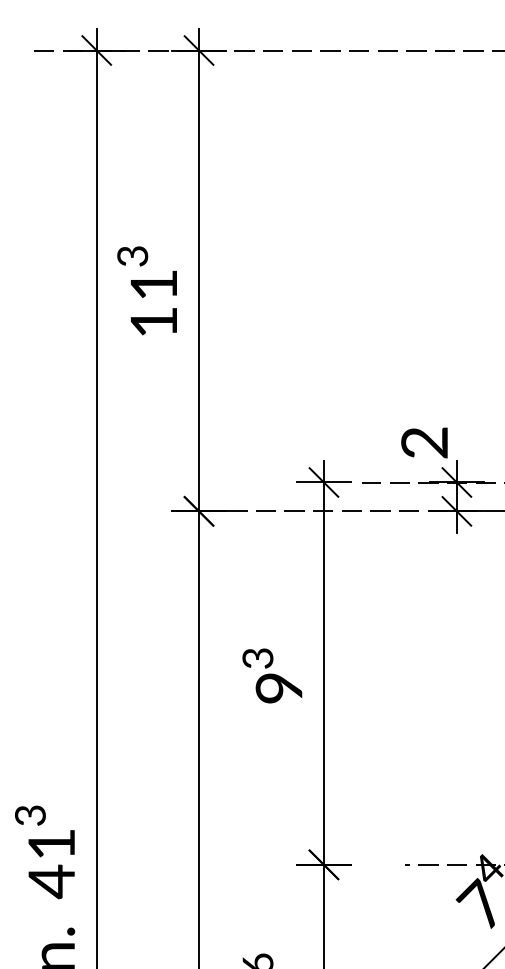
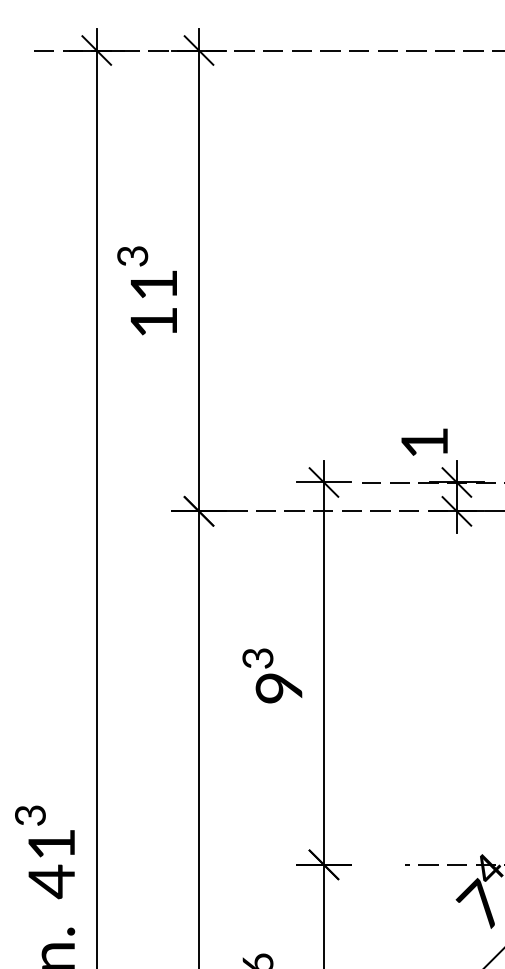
text at (424, 442): 2 -> 1
